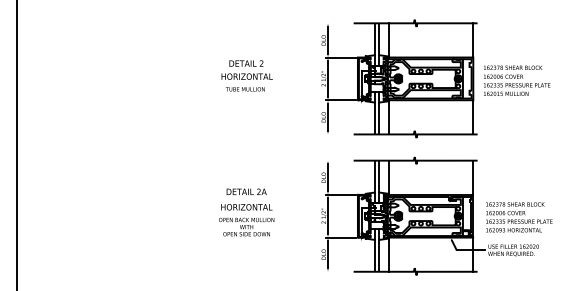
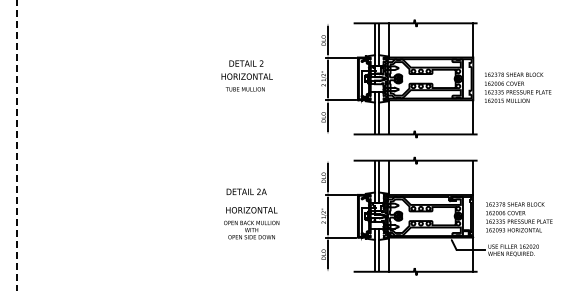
text at (517, 80) position: (517, 80) -> (518, 87)
line at (17, 145): solid -> dashed
text at (246, 220) position: (246, 220) -> (251, 223)
